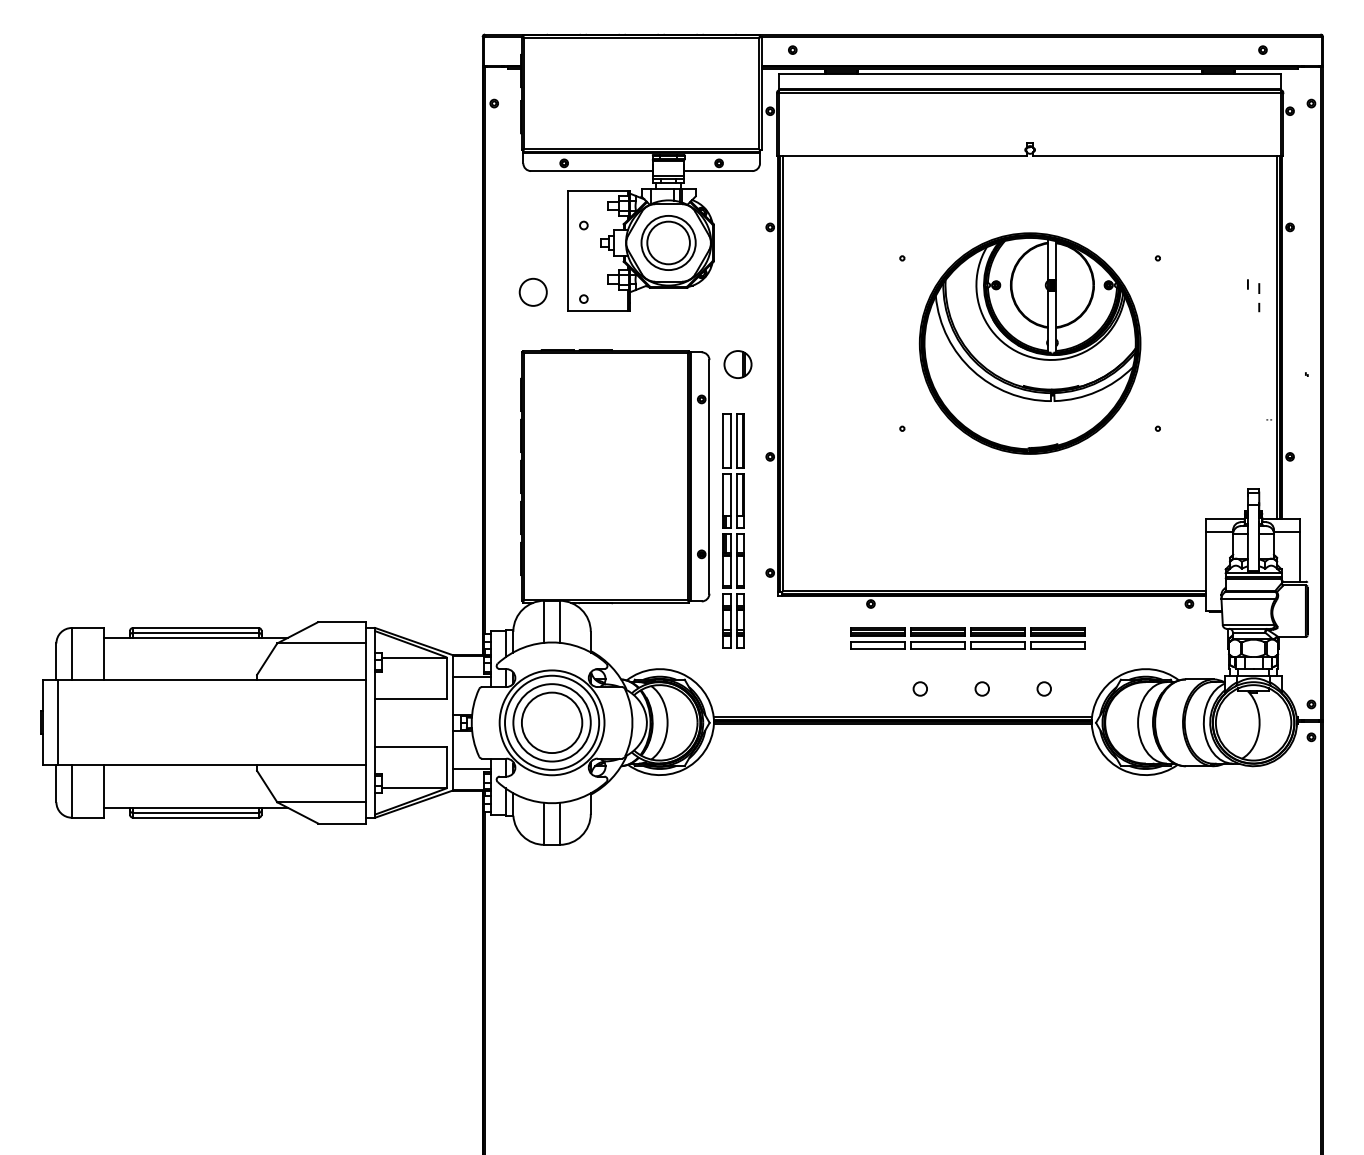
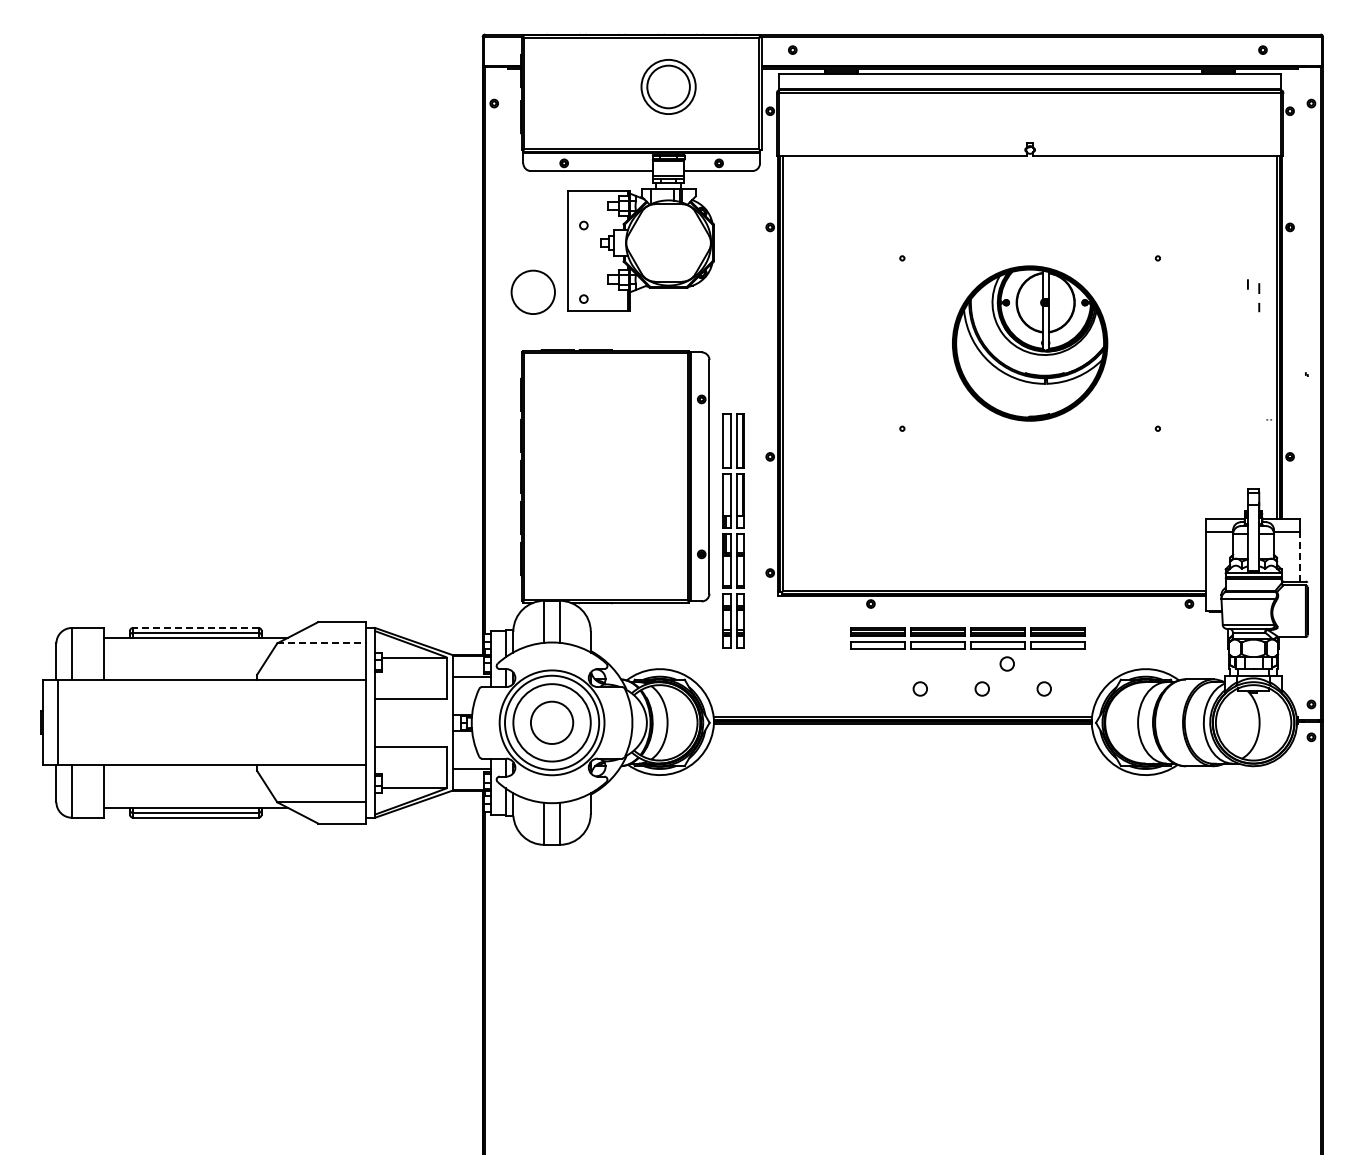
part at (668, 242) position: (668, 242) -> (668, 86)
circle at (532, 291) diameter: 27 px -> 43 px
part at (1029, 343) size: 224x223 px -> 157x157 px
part at (737, 364): present -> none
line at (1299, 556): solid -> dashed
line at (195, 627): solid -> dashed
line at (321, 643): solid -> dashed
circle at (1006, 663): none -> present
circle at (551, 722) diameter: 60 px -> 42 px
